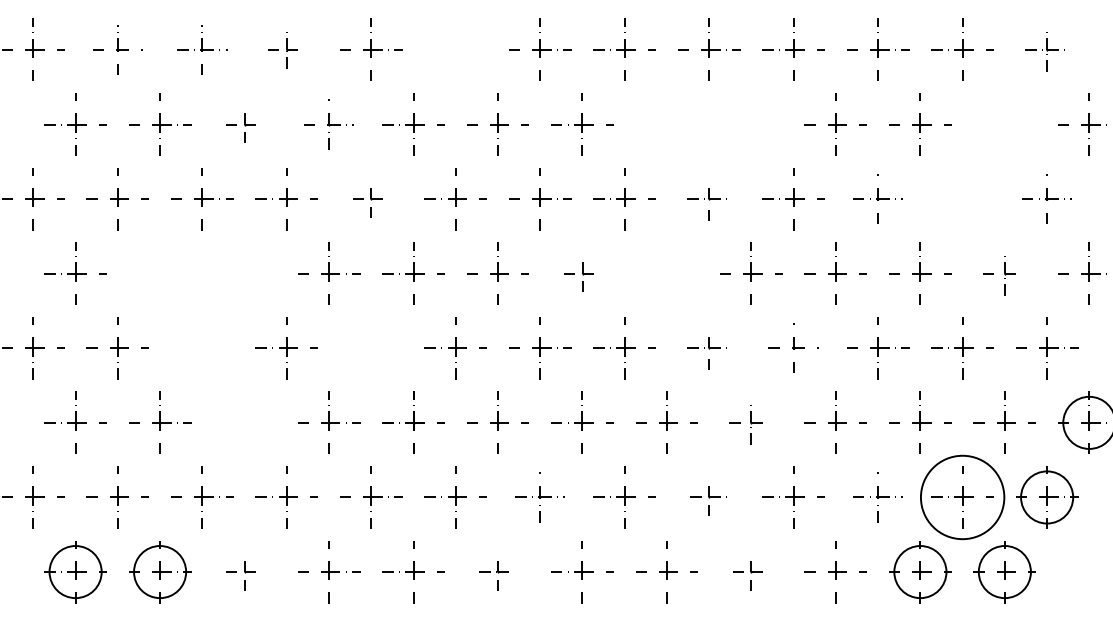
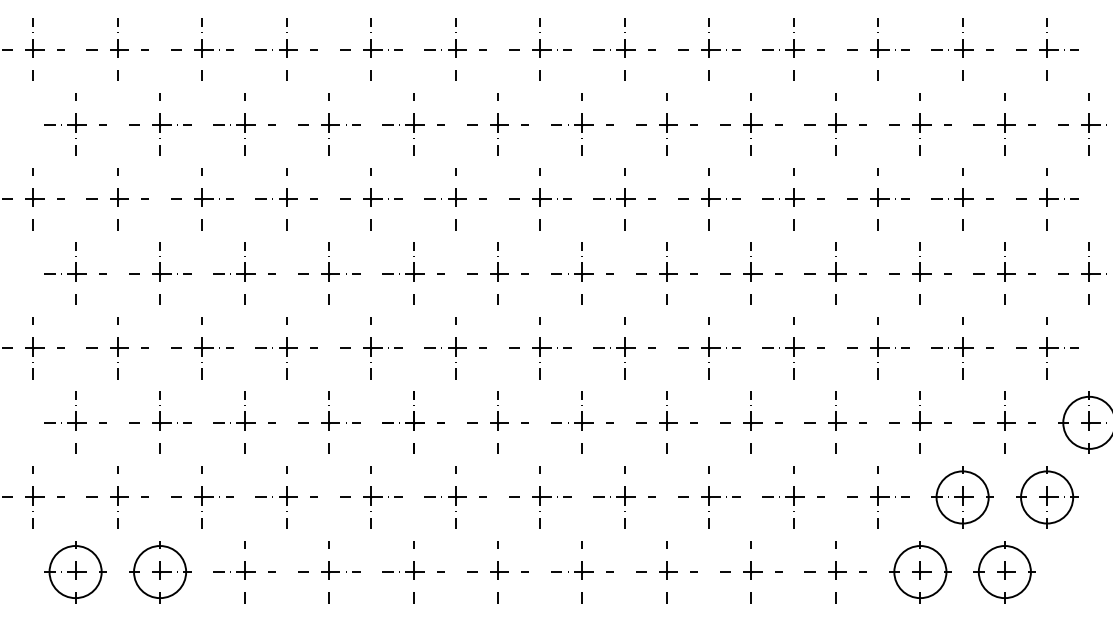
part at (117, 49) size: 50x50 px -> 63x63 px
part at (202, 49) size: 51x50 px -> 63x63 px
part at (455, 49): none -> present
part at (282, 50) size: 30x37 px -> 63x63 px
part at (1044, 51) size: 40x40 px -> 63x63 px
part at (328, 124) size: 50x51 px -> 63x63 px
part at (666, 124): none -> present
part at (751, 124): none -> present
part at (1004, 124): none -> present
part at (240, 127) size: 30x30 px -> 63x63 px
part at (877, 198) size: 50x50 px -> 63x63 px
part at (1046, 198) size: 50x50 px -> 63x63 px
part at (962, 199): none -> present
part at (367, 202) size: 30x30 px -> 63x63 px
part at (706, 204) size: 40x33 px -> 63x63 px
part at (160, 273): none -> present
part at (244, 273): none -> present
part at (666, 273): none -> present
part at (999, 275) size: 33x40 px -> 63x63 px
part at (578, 276) size: 30x30 px -> 63x63 px
part at (793, 347) size: 51x50 px -> 63x63 px
part at (202, 348): none -> present
part at (371, 348): none -> present
part at (706, 353) size: 40x33 px -> 63x63 px
part at (244, 422): none -> present
part at (745, 424) size: 34x40 px -> 63x63 px
part at (539, 497) size: 50x51 px -> 63x63 px
part at (877, 497) size: 50x51 px -> 63x63 px
circle at (962, 497) diameter: 83 px -> 52 px
part at (708, 500) size: 37x30 px -> 63x63 px
part at (240, 575) size: 30x30 px -> 63x63 px
part at (493, 575) size: 30x30 px -> 62x63 px
part at (747, 575) size: 30x30 px -> 63x63 px
